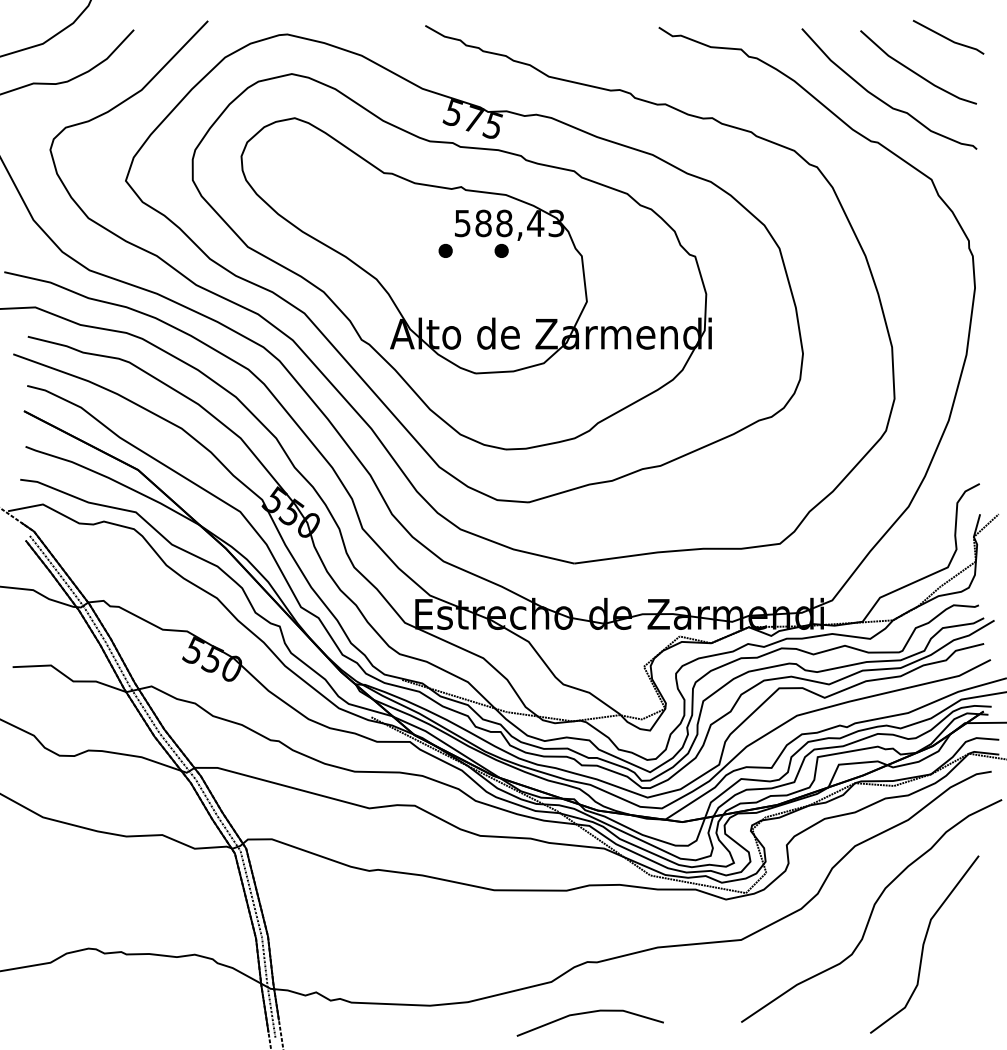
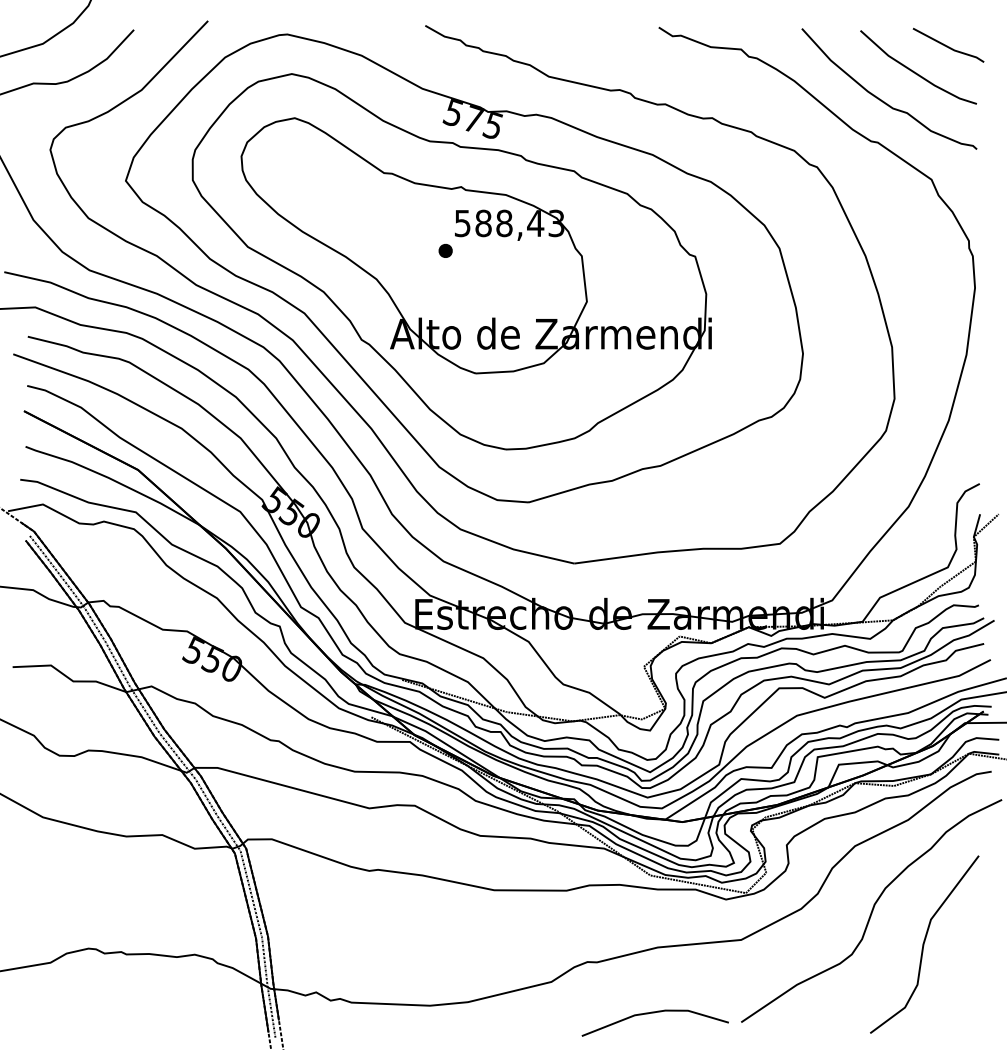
line at (947, 37) position: (947, 37) -> (947, 45)
part at (501, 250): present -> none
line at (589, 1013) position: (589, 1013) -> (654, 1013)
